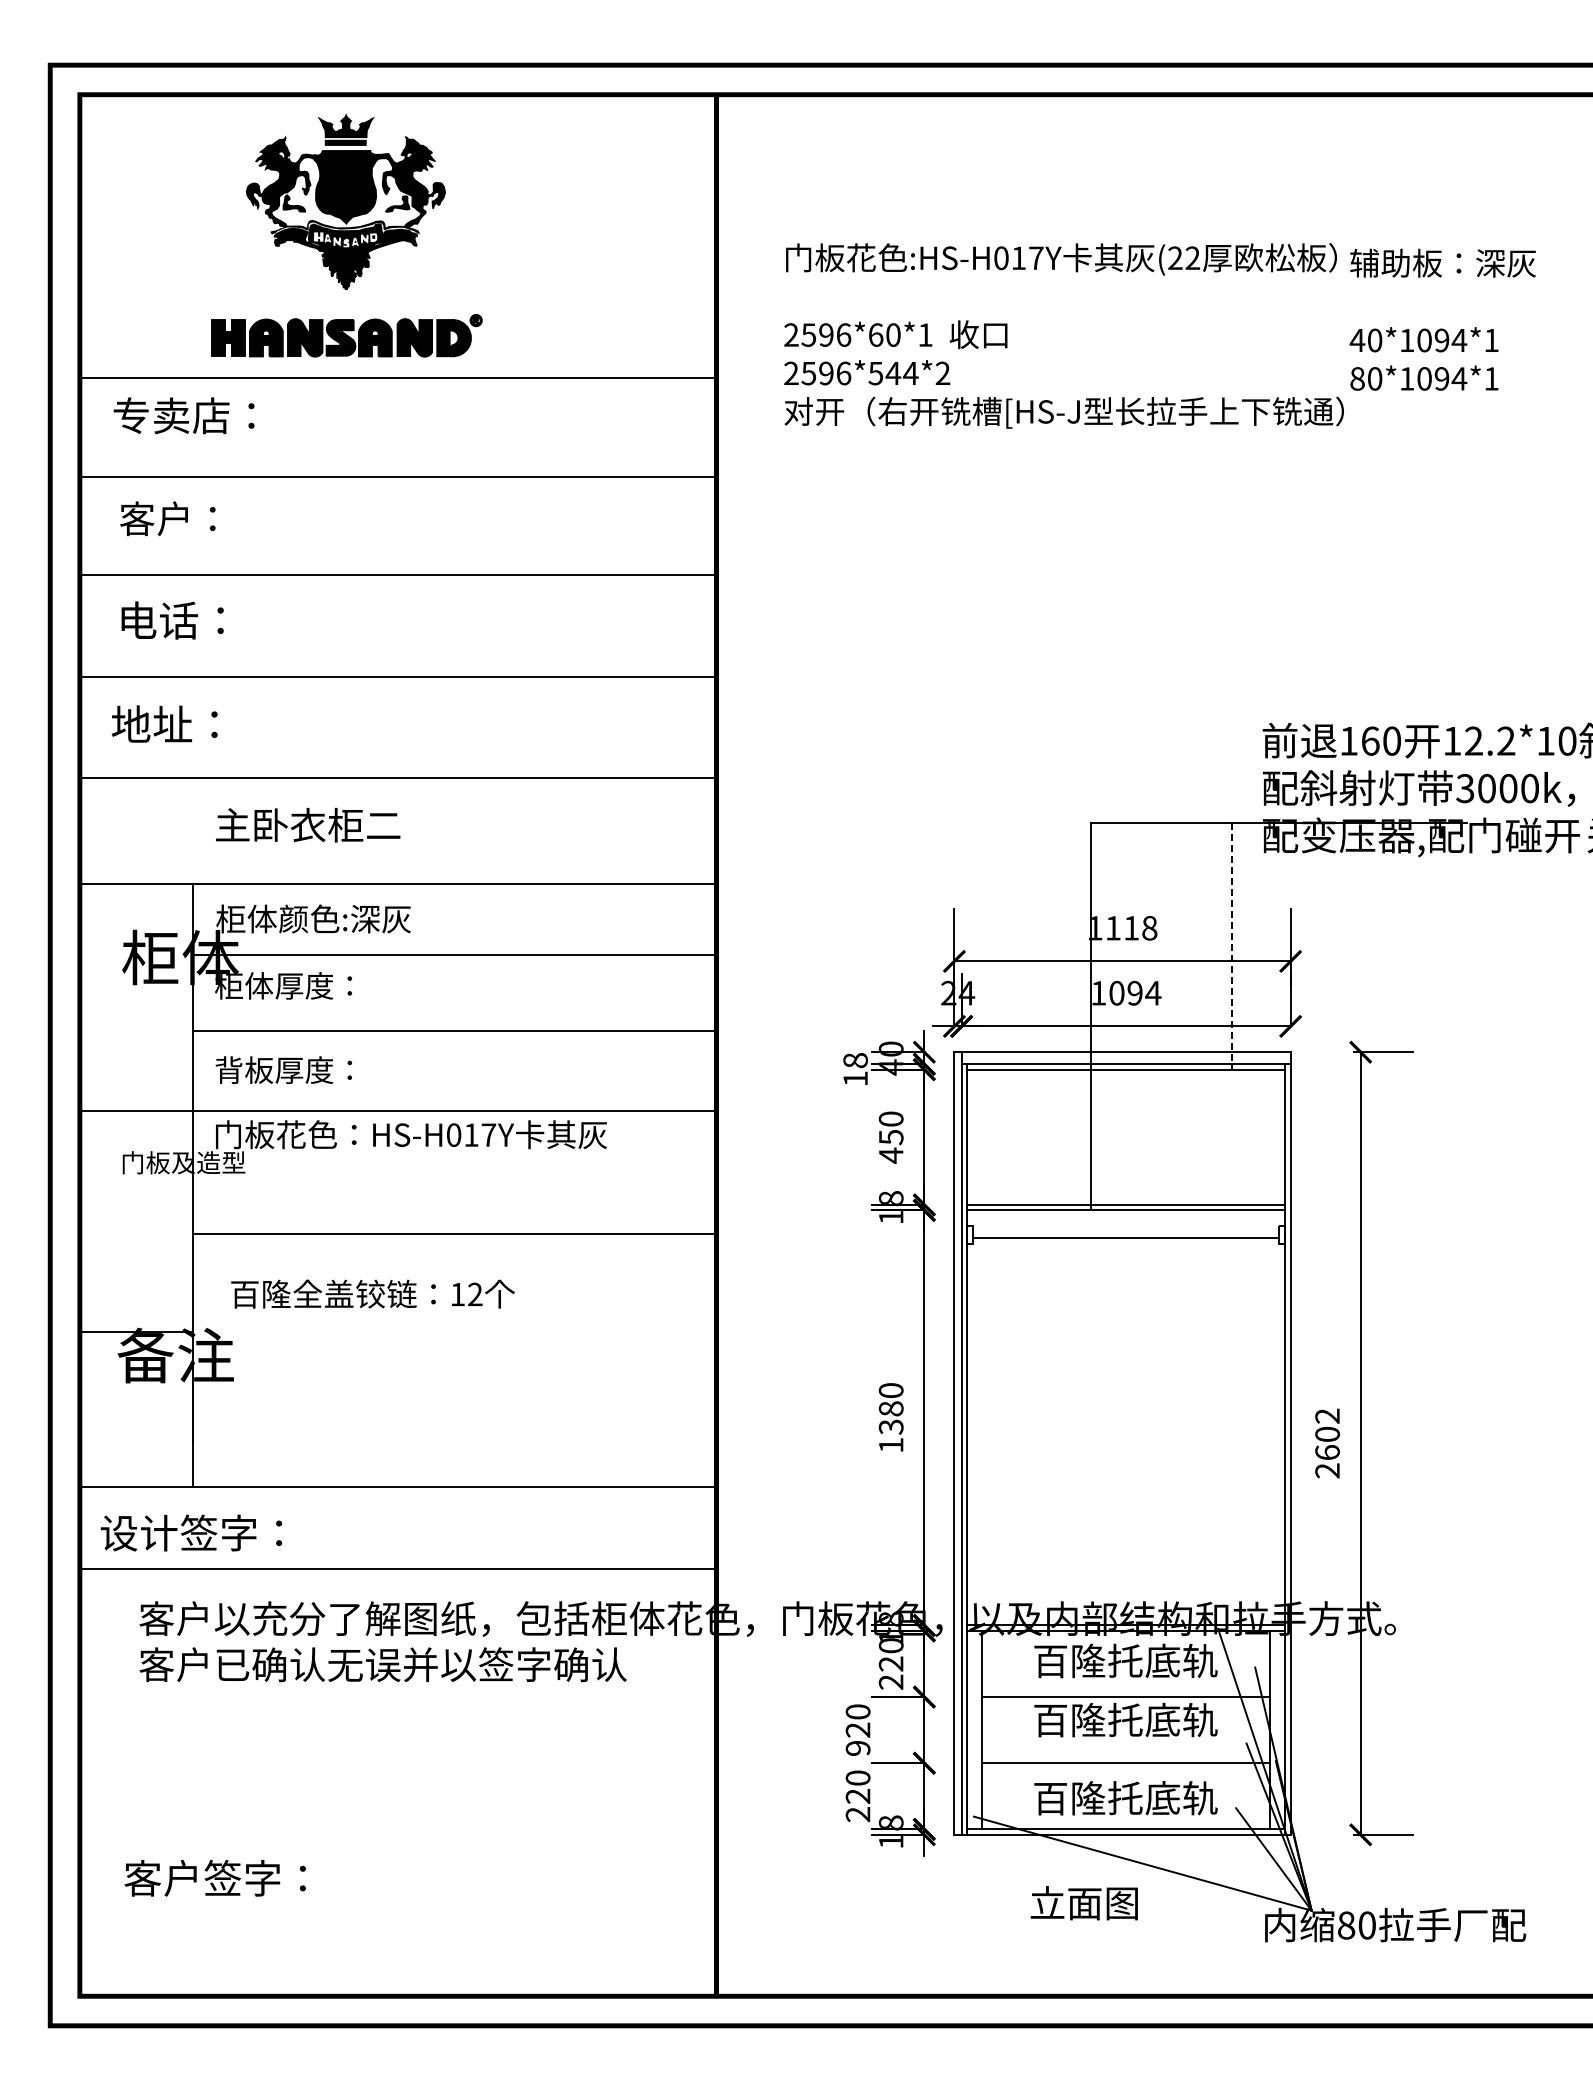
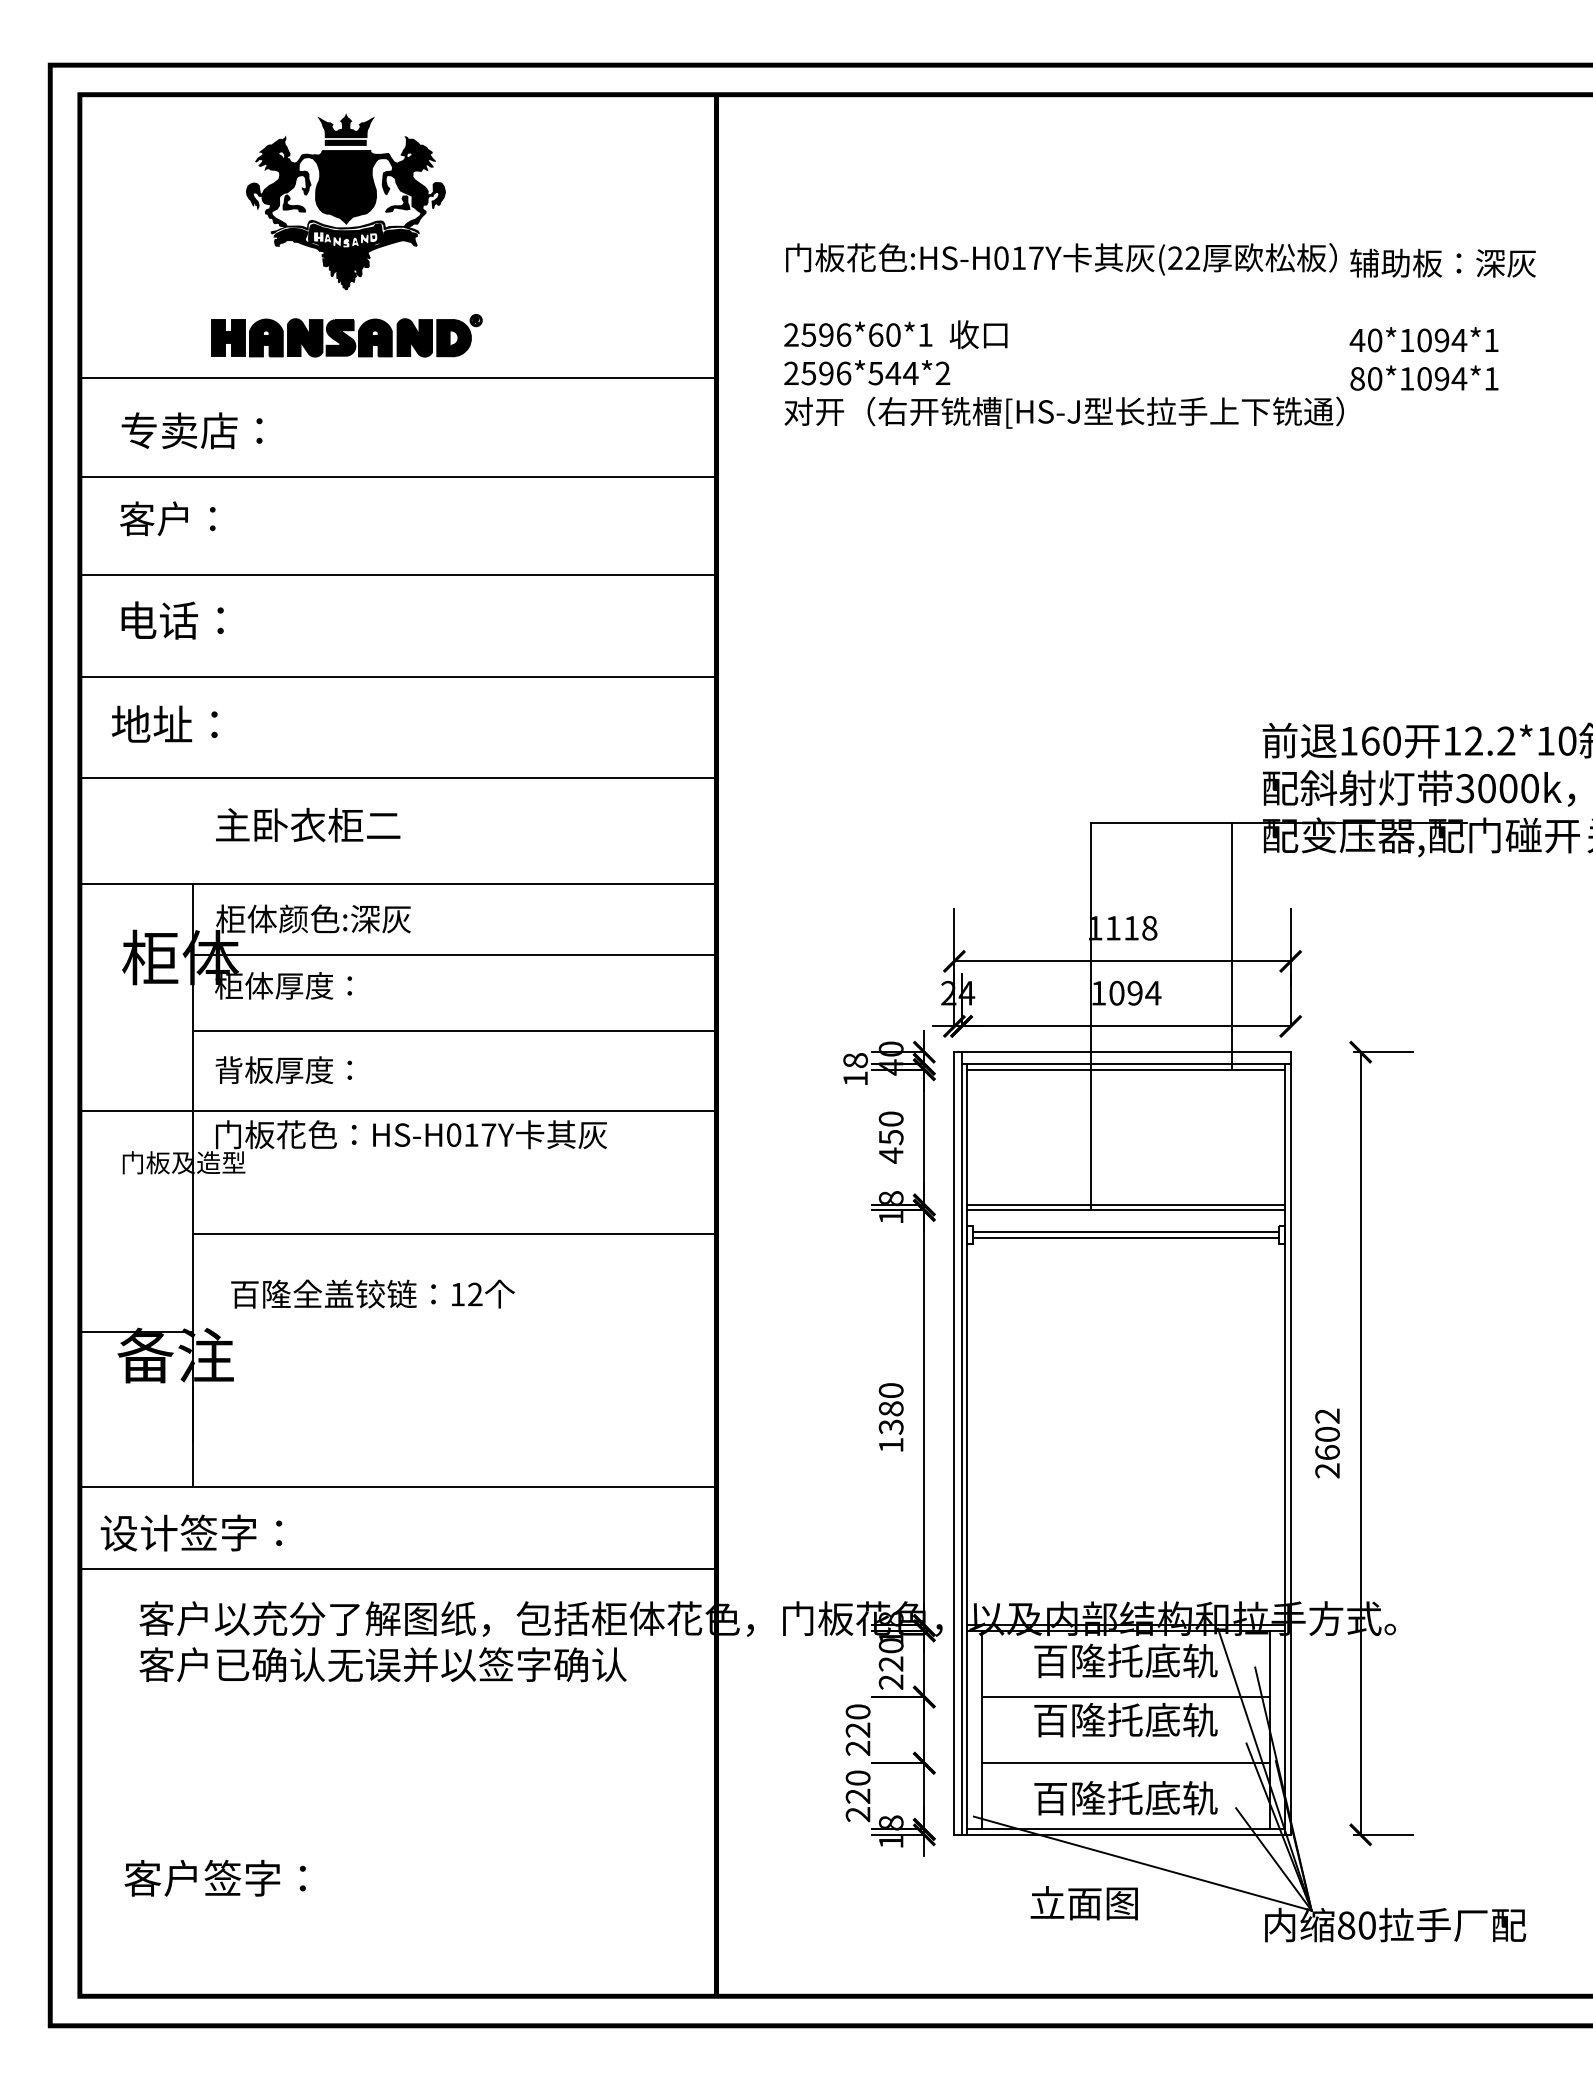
text at (183, 415) position: (183, 415) -> (191, 430)
line at (1232, 946): dashed -> solid
line at (1126, 1232): none -> present
text at (858, 1747): 920 -> 220
